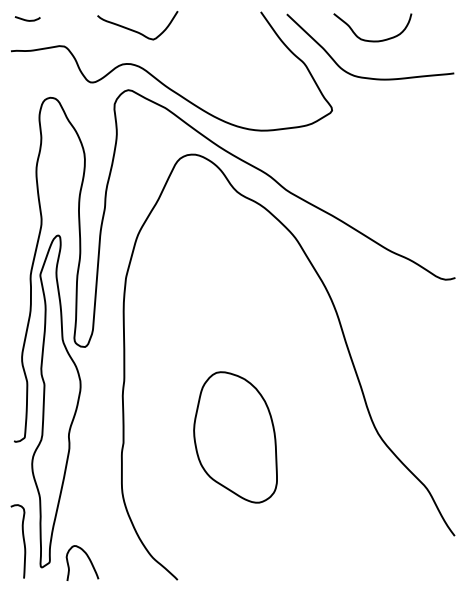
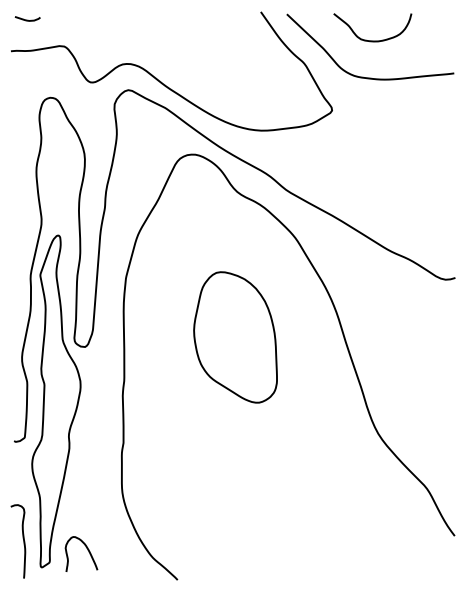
curve at (135, 30): present -> none
part at (235, 437) position: (235, 437) -> (235, 337)
curve at (88, 559) position: (88, 559) -> (87, 550)
